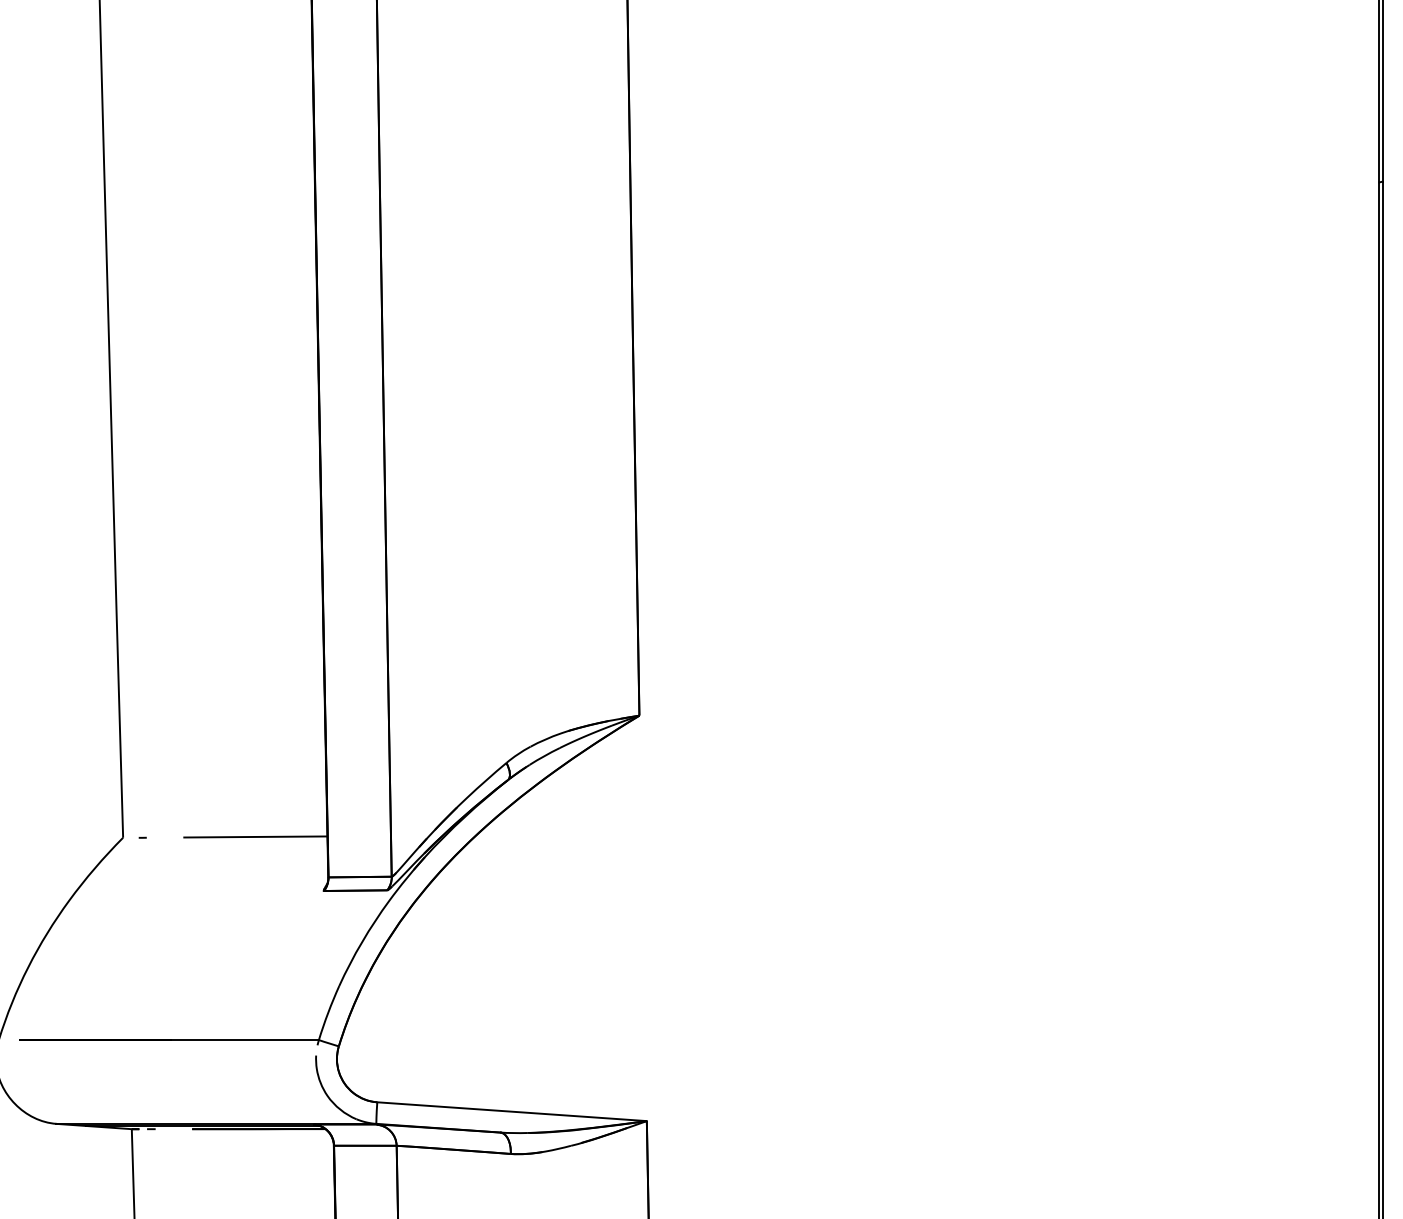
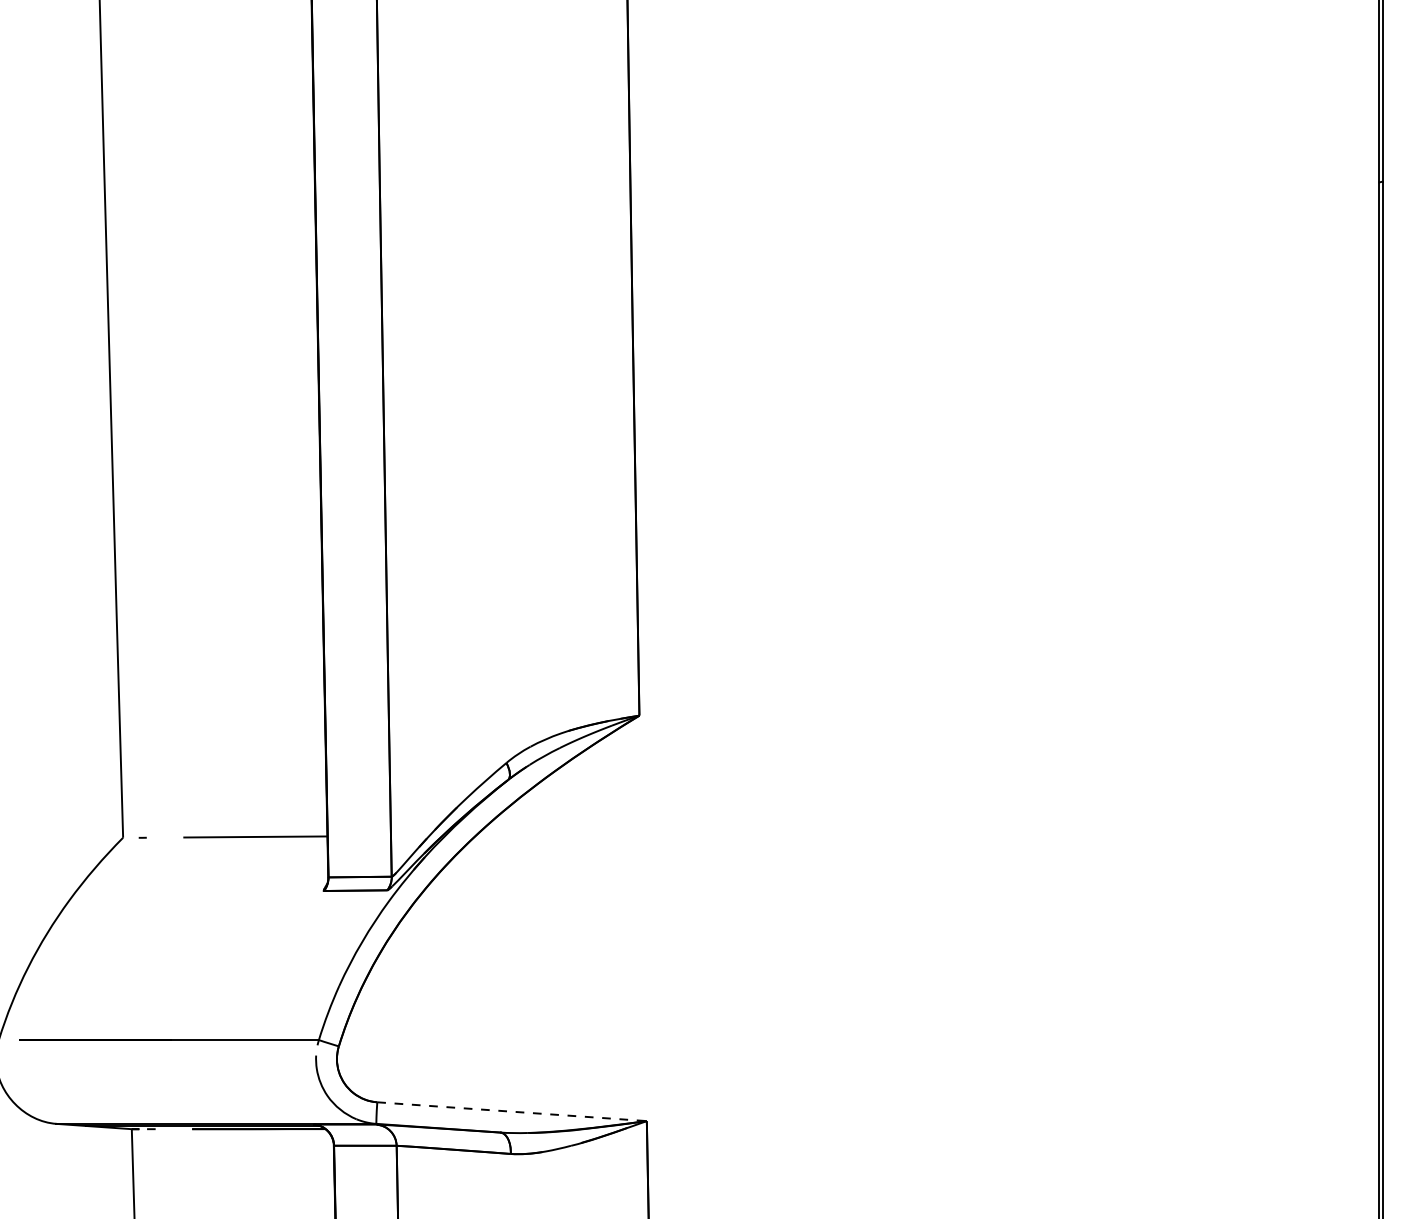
line at (512, 1111): solid -> dashed
